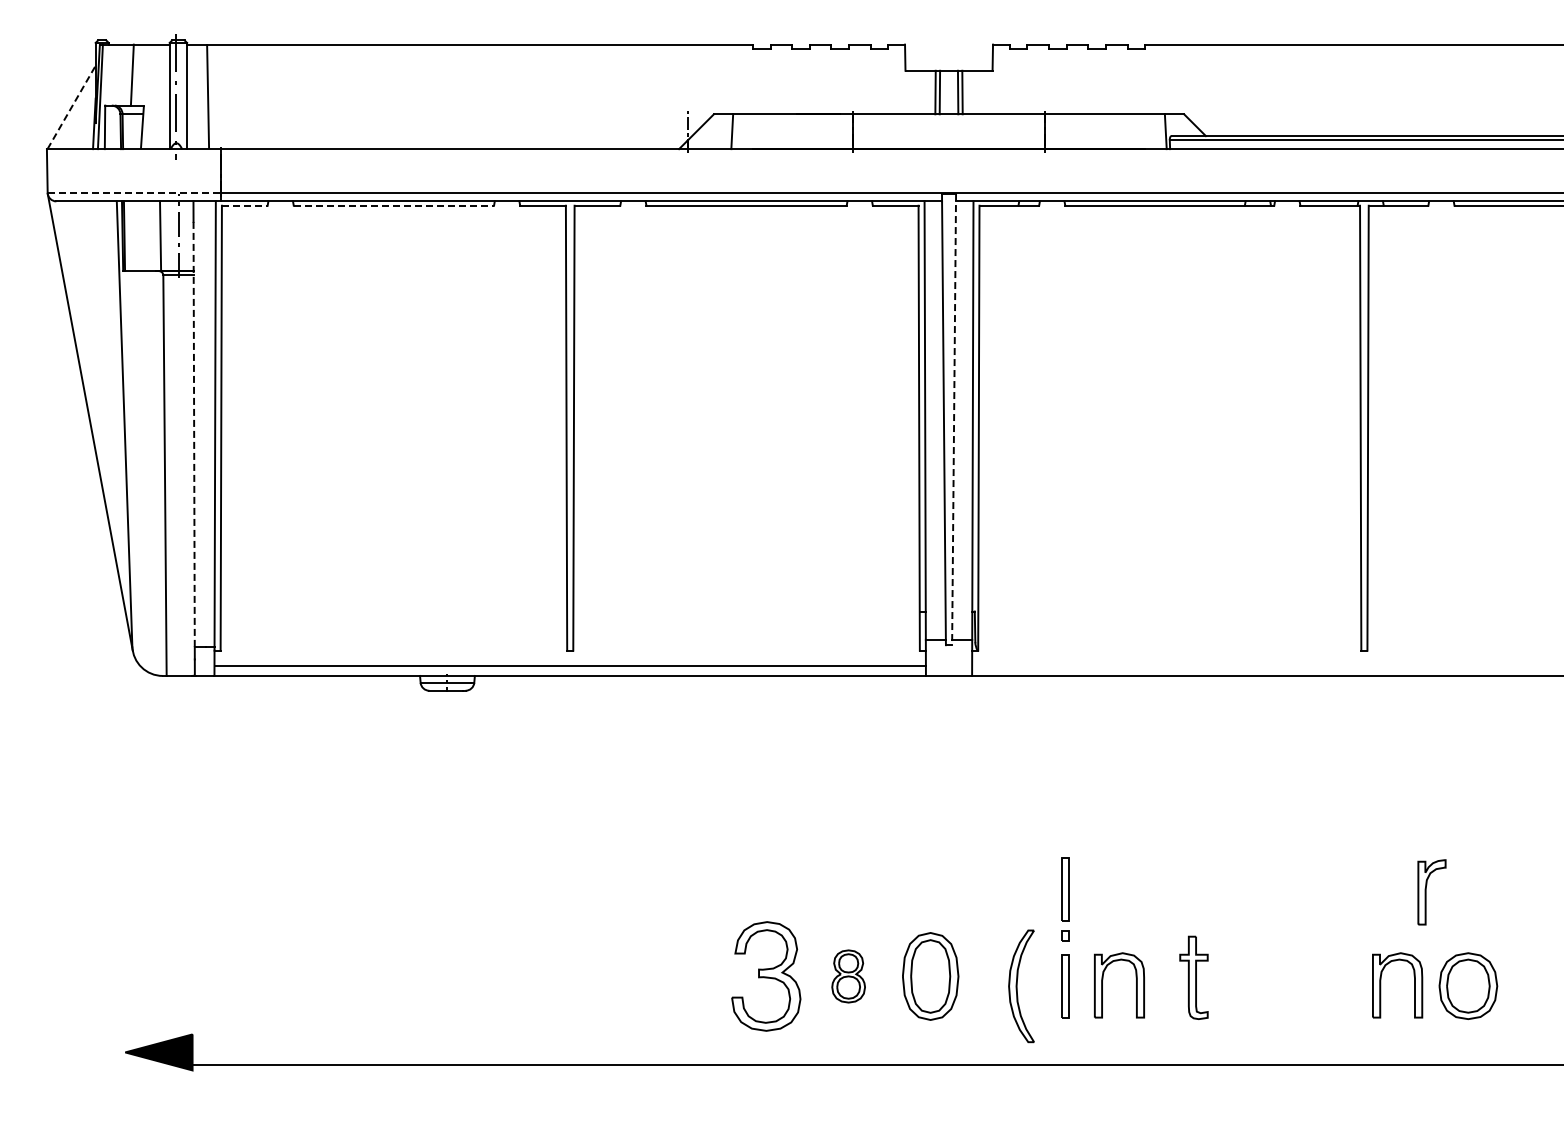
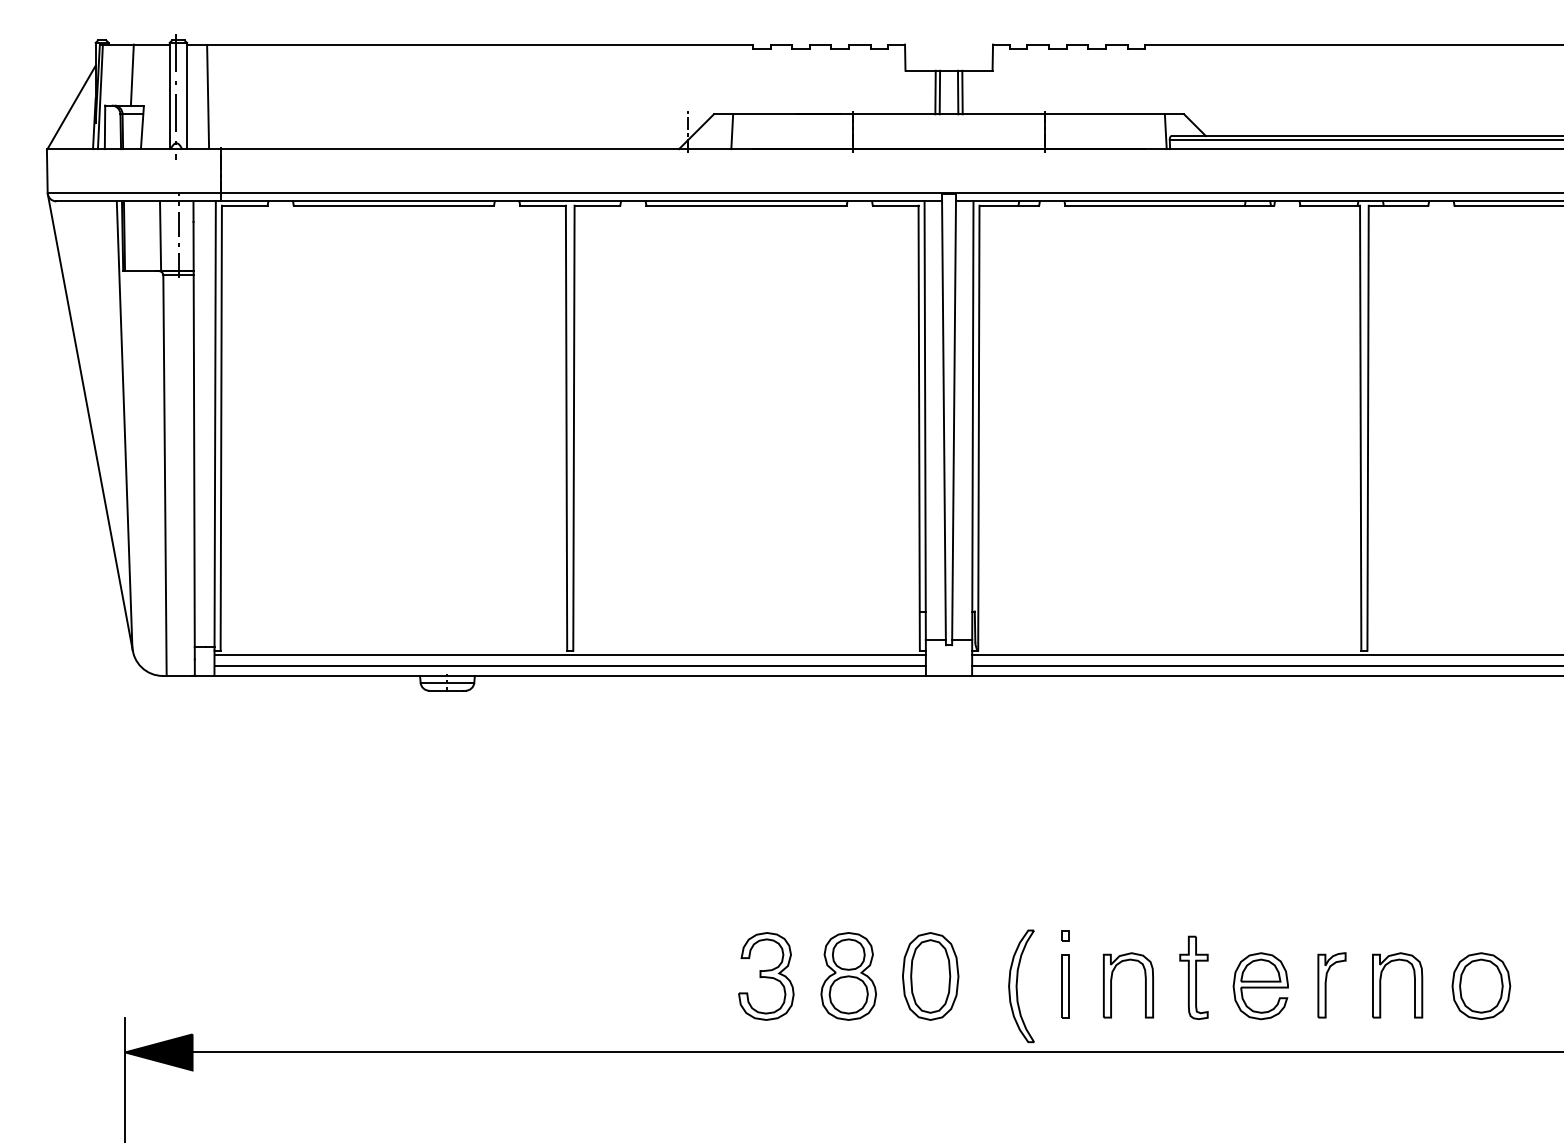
line at (71, 107): dashed -> solid
line at (134, 192): dashed -> solid
line at (244, 205): dashed -> solid
line at (394, 205): dashed -> solid
line at (954, 419): dashed -> solid
line at (194, 434): dashed -> solid
line at (569, 655): none -> present
line at (1266, 655): none -> present
line at (1266, 665): none -> present
part at (1065, 889): present -> none
part at (1431, 892) position: (1431, 892) -> (1331, 985)
part at (766, 976) size: 71x111 px -> 57x89 px
part at (848, 976) size: 35x55 px -> 57x89 px
part at (1102, 985) position: (1102, 985) -> (1111, 985)
part at (1468, 985) position: (1468, 985) -> (1481, 985)
part at (1260, 986): none -> present
line at (876, 1065) position: (876, 1065) -> (876, 1052)
line at (125, 1078): none -> present
